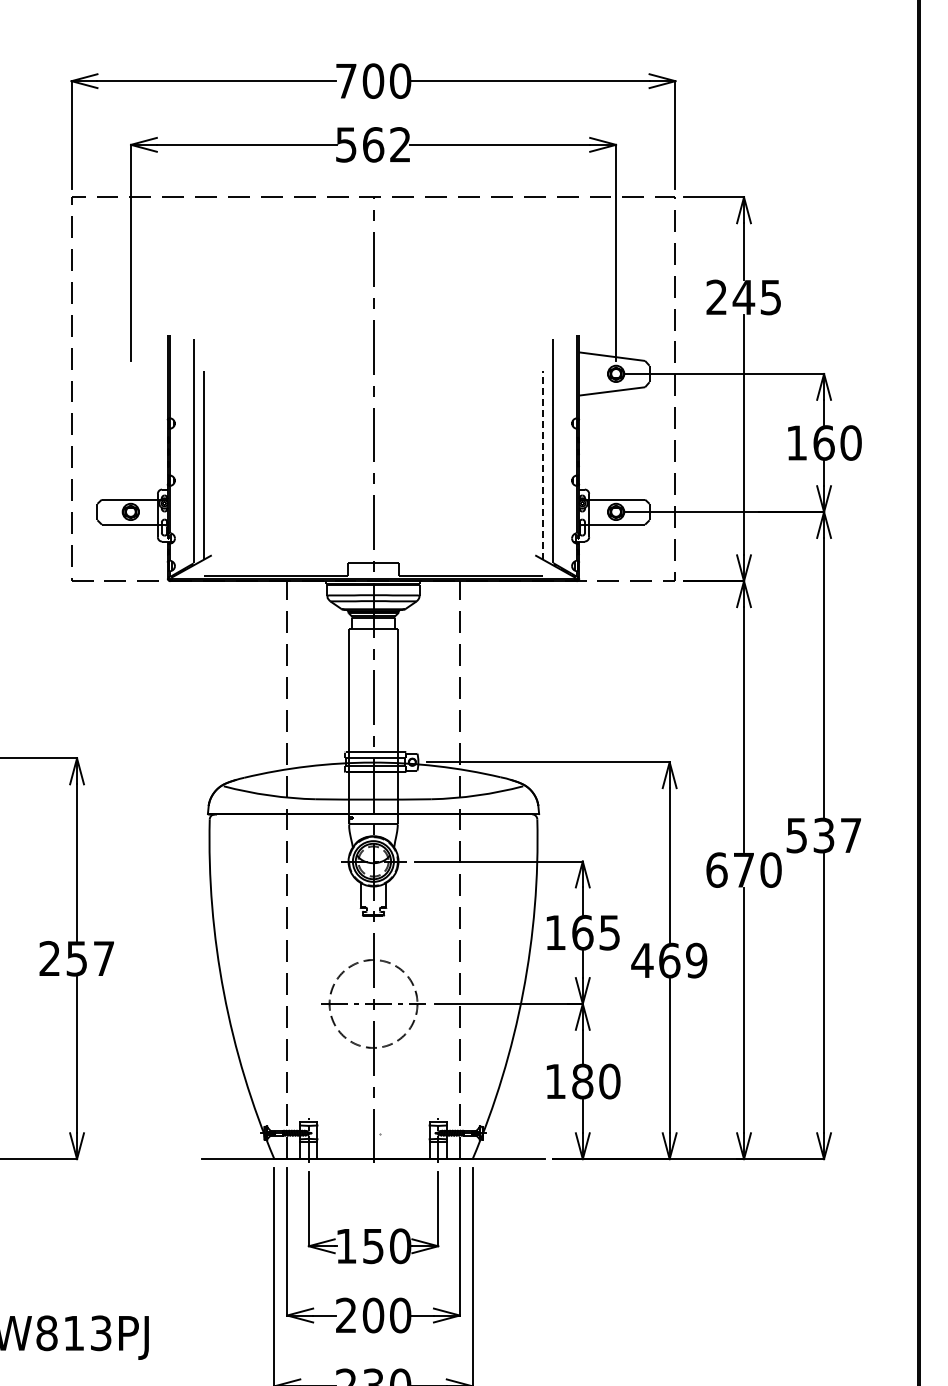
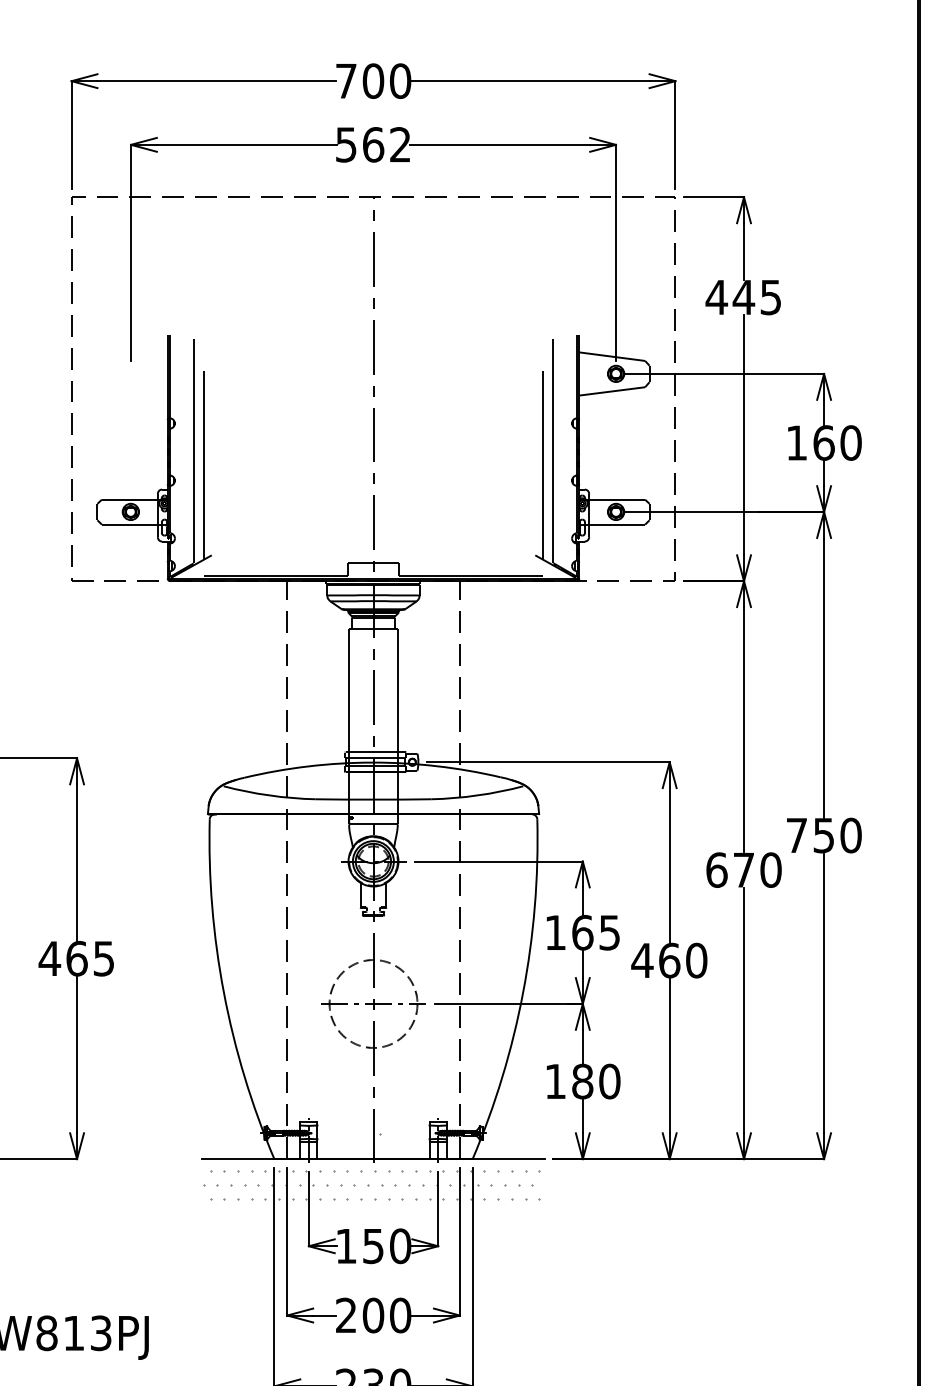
text at (716, 296): 245 -> 445
line at (542, 465): dashed -> solid
text at (823, 835): 537 -> 750
text at (75, 958): 257 -> 465
text at (696, 960): 469 -> 460
hatch at (371, 1184): none -> present
